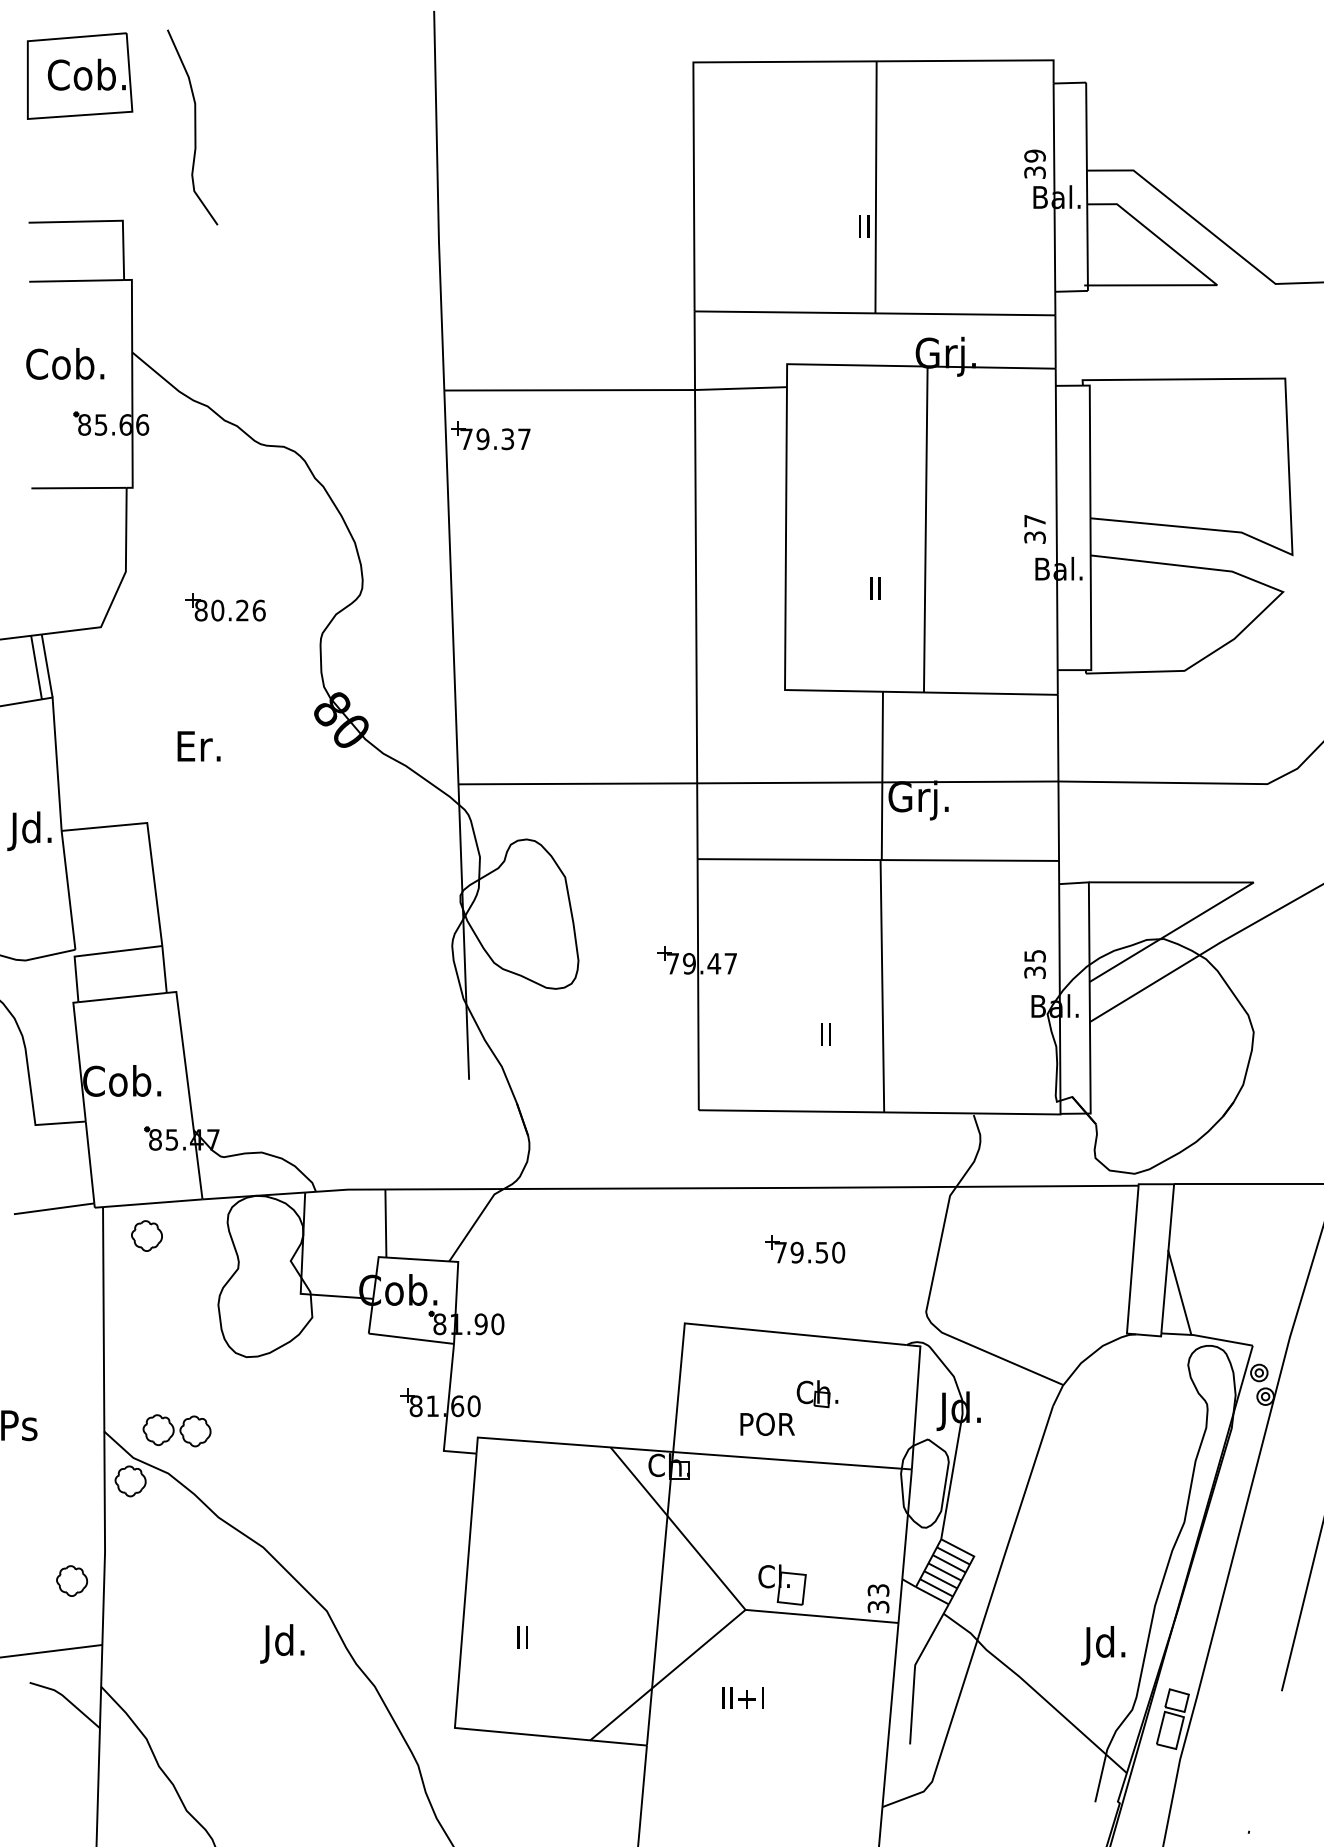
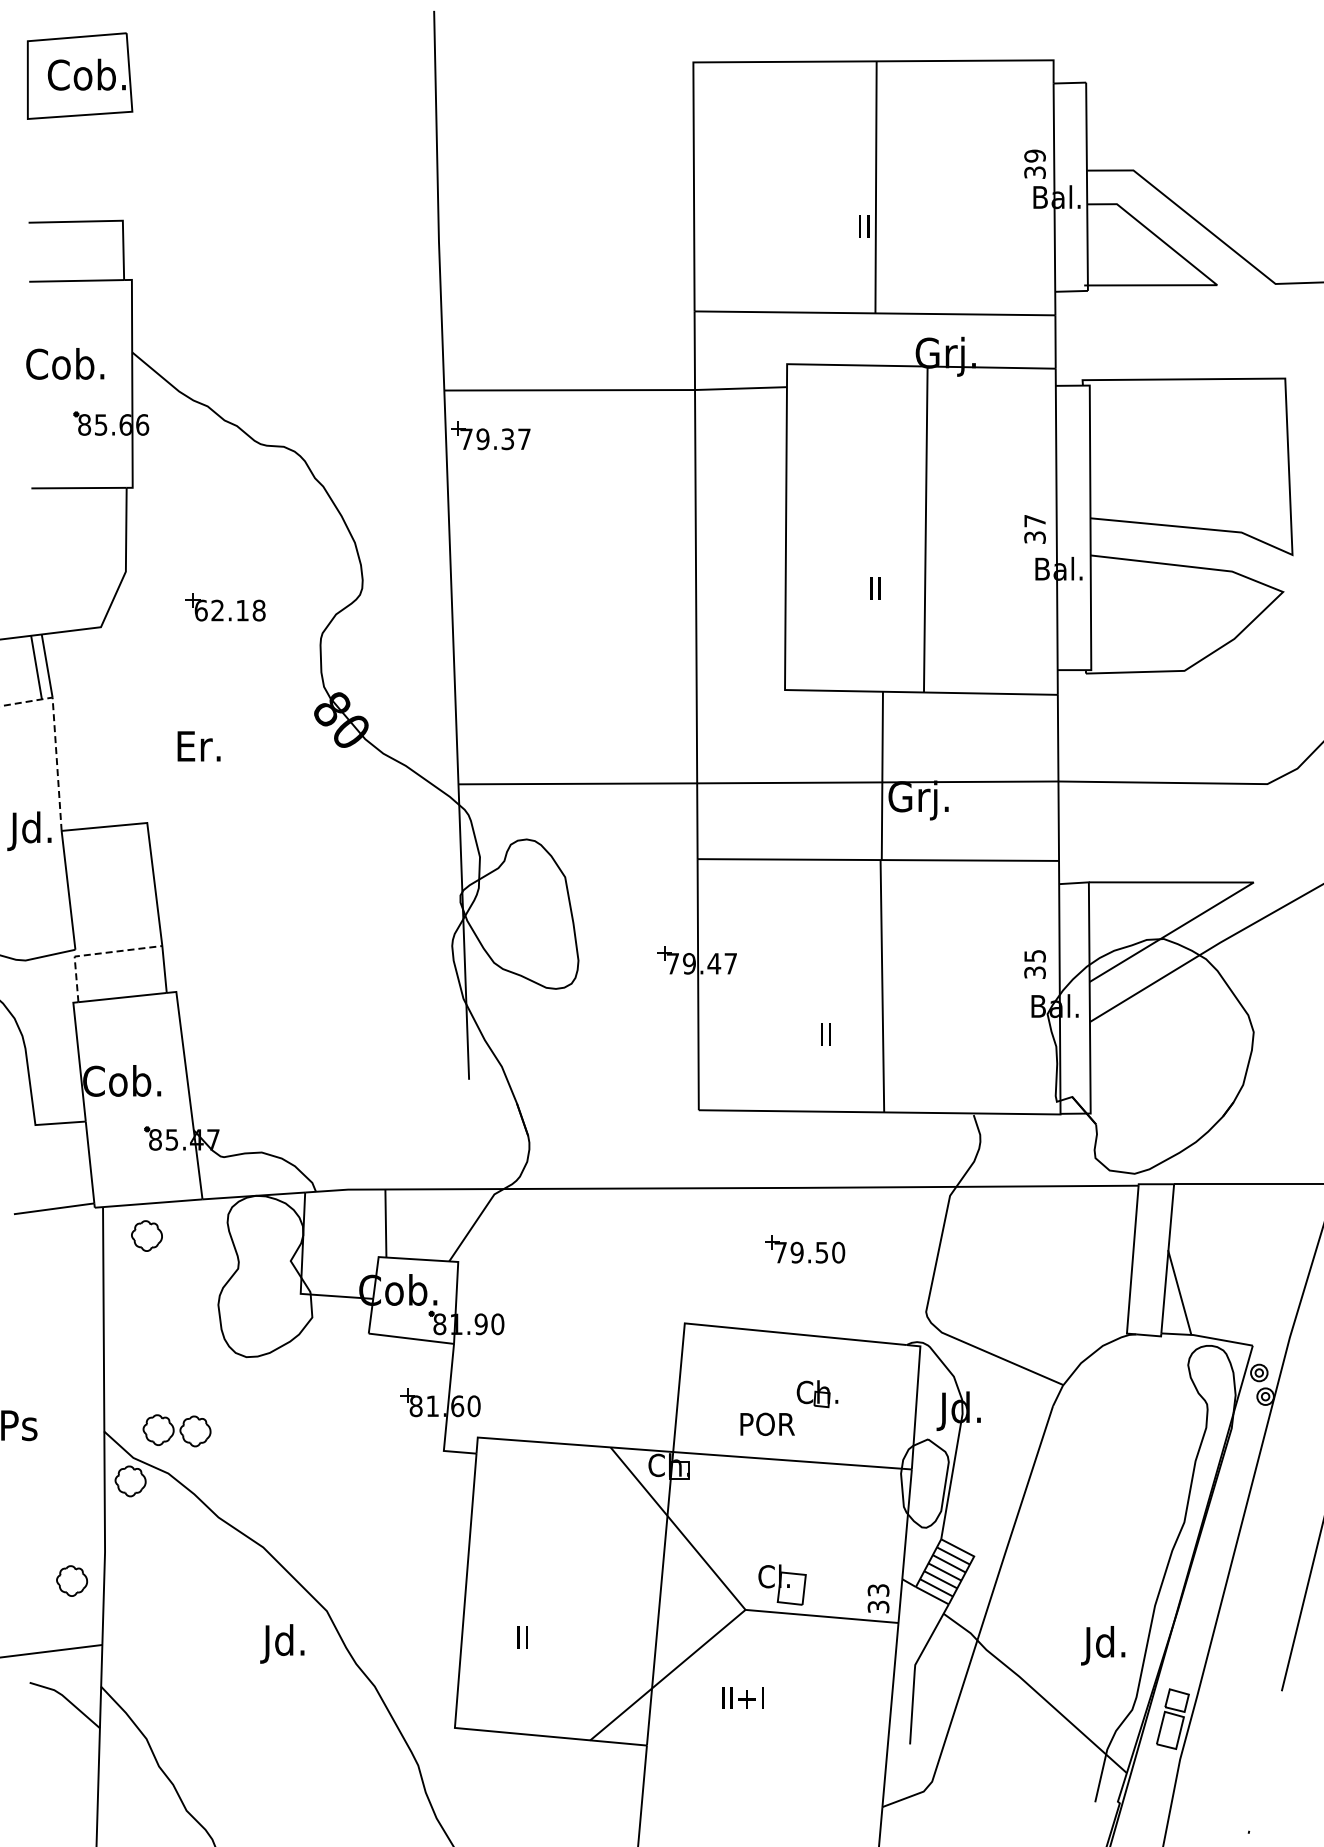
curve at (194, 127): present -> none
text at (229, 610): 80.26 -> 62.18
line at (55, 737): solid -> dashed
line at (95, 954): solid -> dashed
